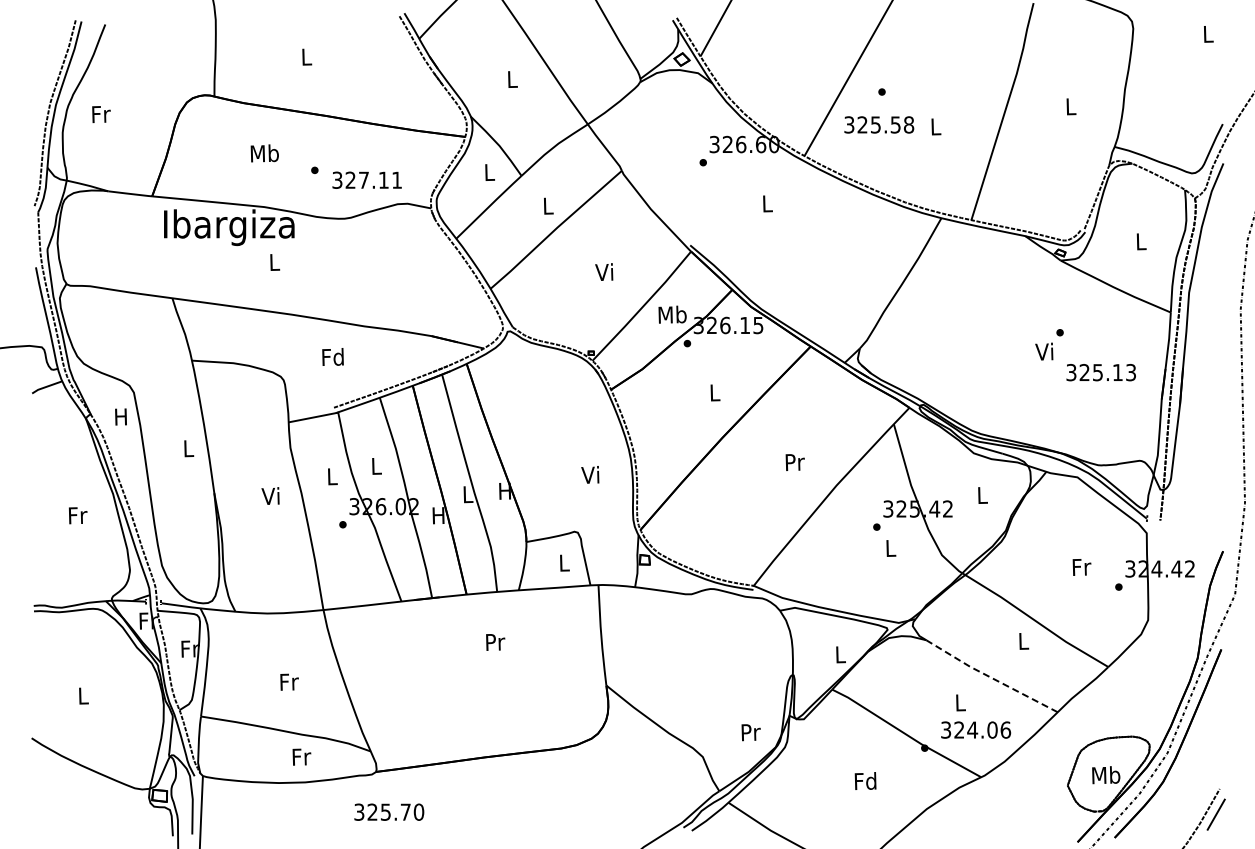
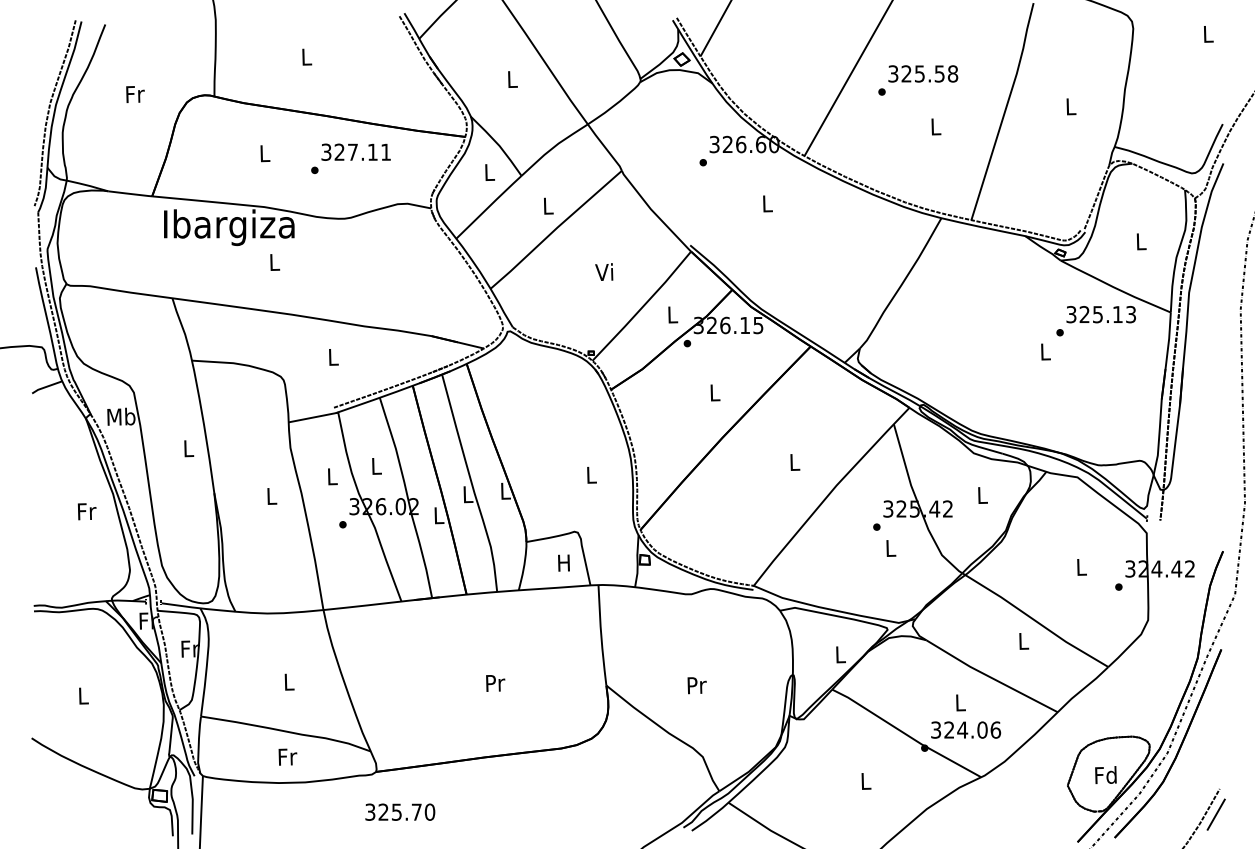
text at (101, 114) position: (101, 114) -> (135, 94)
text at (879, 124) position: (879, 124) -> (923, 73)
text at (264, 153): Mb -> L
text at (366, 179) position: (366, 179) -> (355, 151)
text at (672, 314): Mb -> L
text at (1044, 351): Vi -> L
text at (332, 356): Fd -> L
text at (1100, 372) position: (1100, 372) -> (1100, 314)
text at (121, 416): H -> Mb
text at (794, 462): Pr -> L
text at (590, 474): Vi -> L
text at (504, 490): H -> L
text at (270, 495): Vi -> L
text at (78, 515) position: (78, 515) -> (87, 511)
text at (438, 515): H -> L
text at (563, 562): L -> H
text at (1081, 567): Fr -> L
text at (495, 642) position: (495, 642) -> (495, 683)
line at (990, 677): dashed -> solid
text at (289, 681): Fr -> L
text at (976, 729) position: (976, 729) -> (966, 729)
text at (750, 732) position: (750, 732) -> (696, 685)
text at (301, 756) position: (301, 756) -> (287, 756)
text at (1106, 775): Mb -> Fd
text at (865, 780): Fd -> L
text at (389, 811) position: (389, 811) -> (400, 811)
